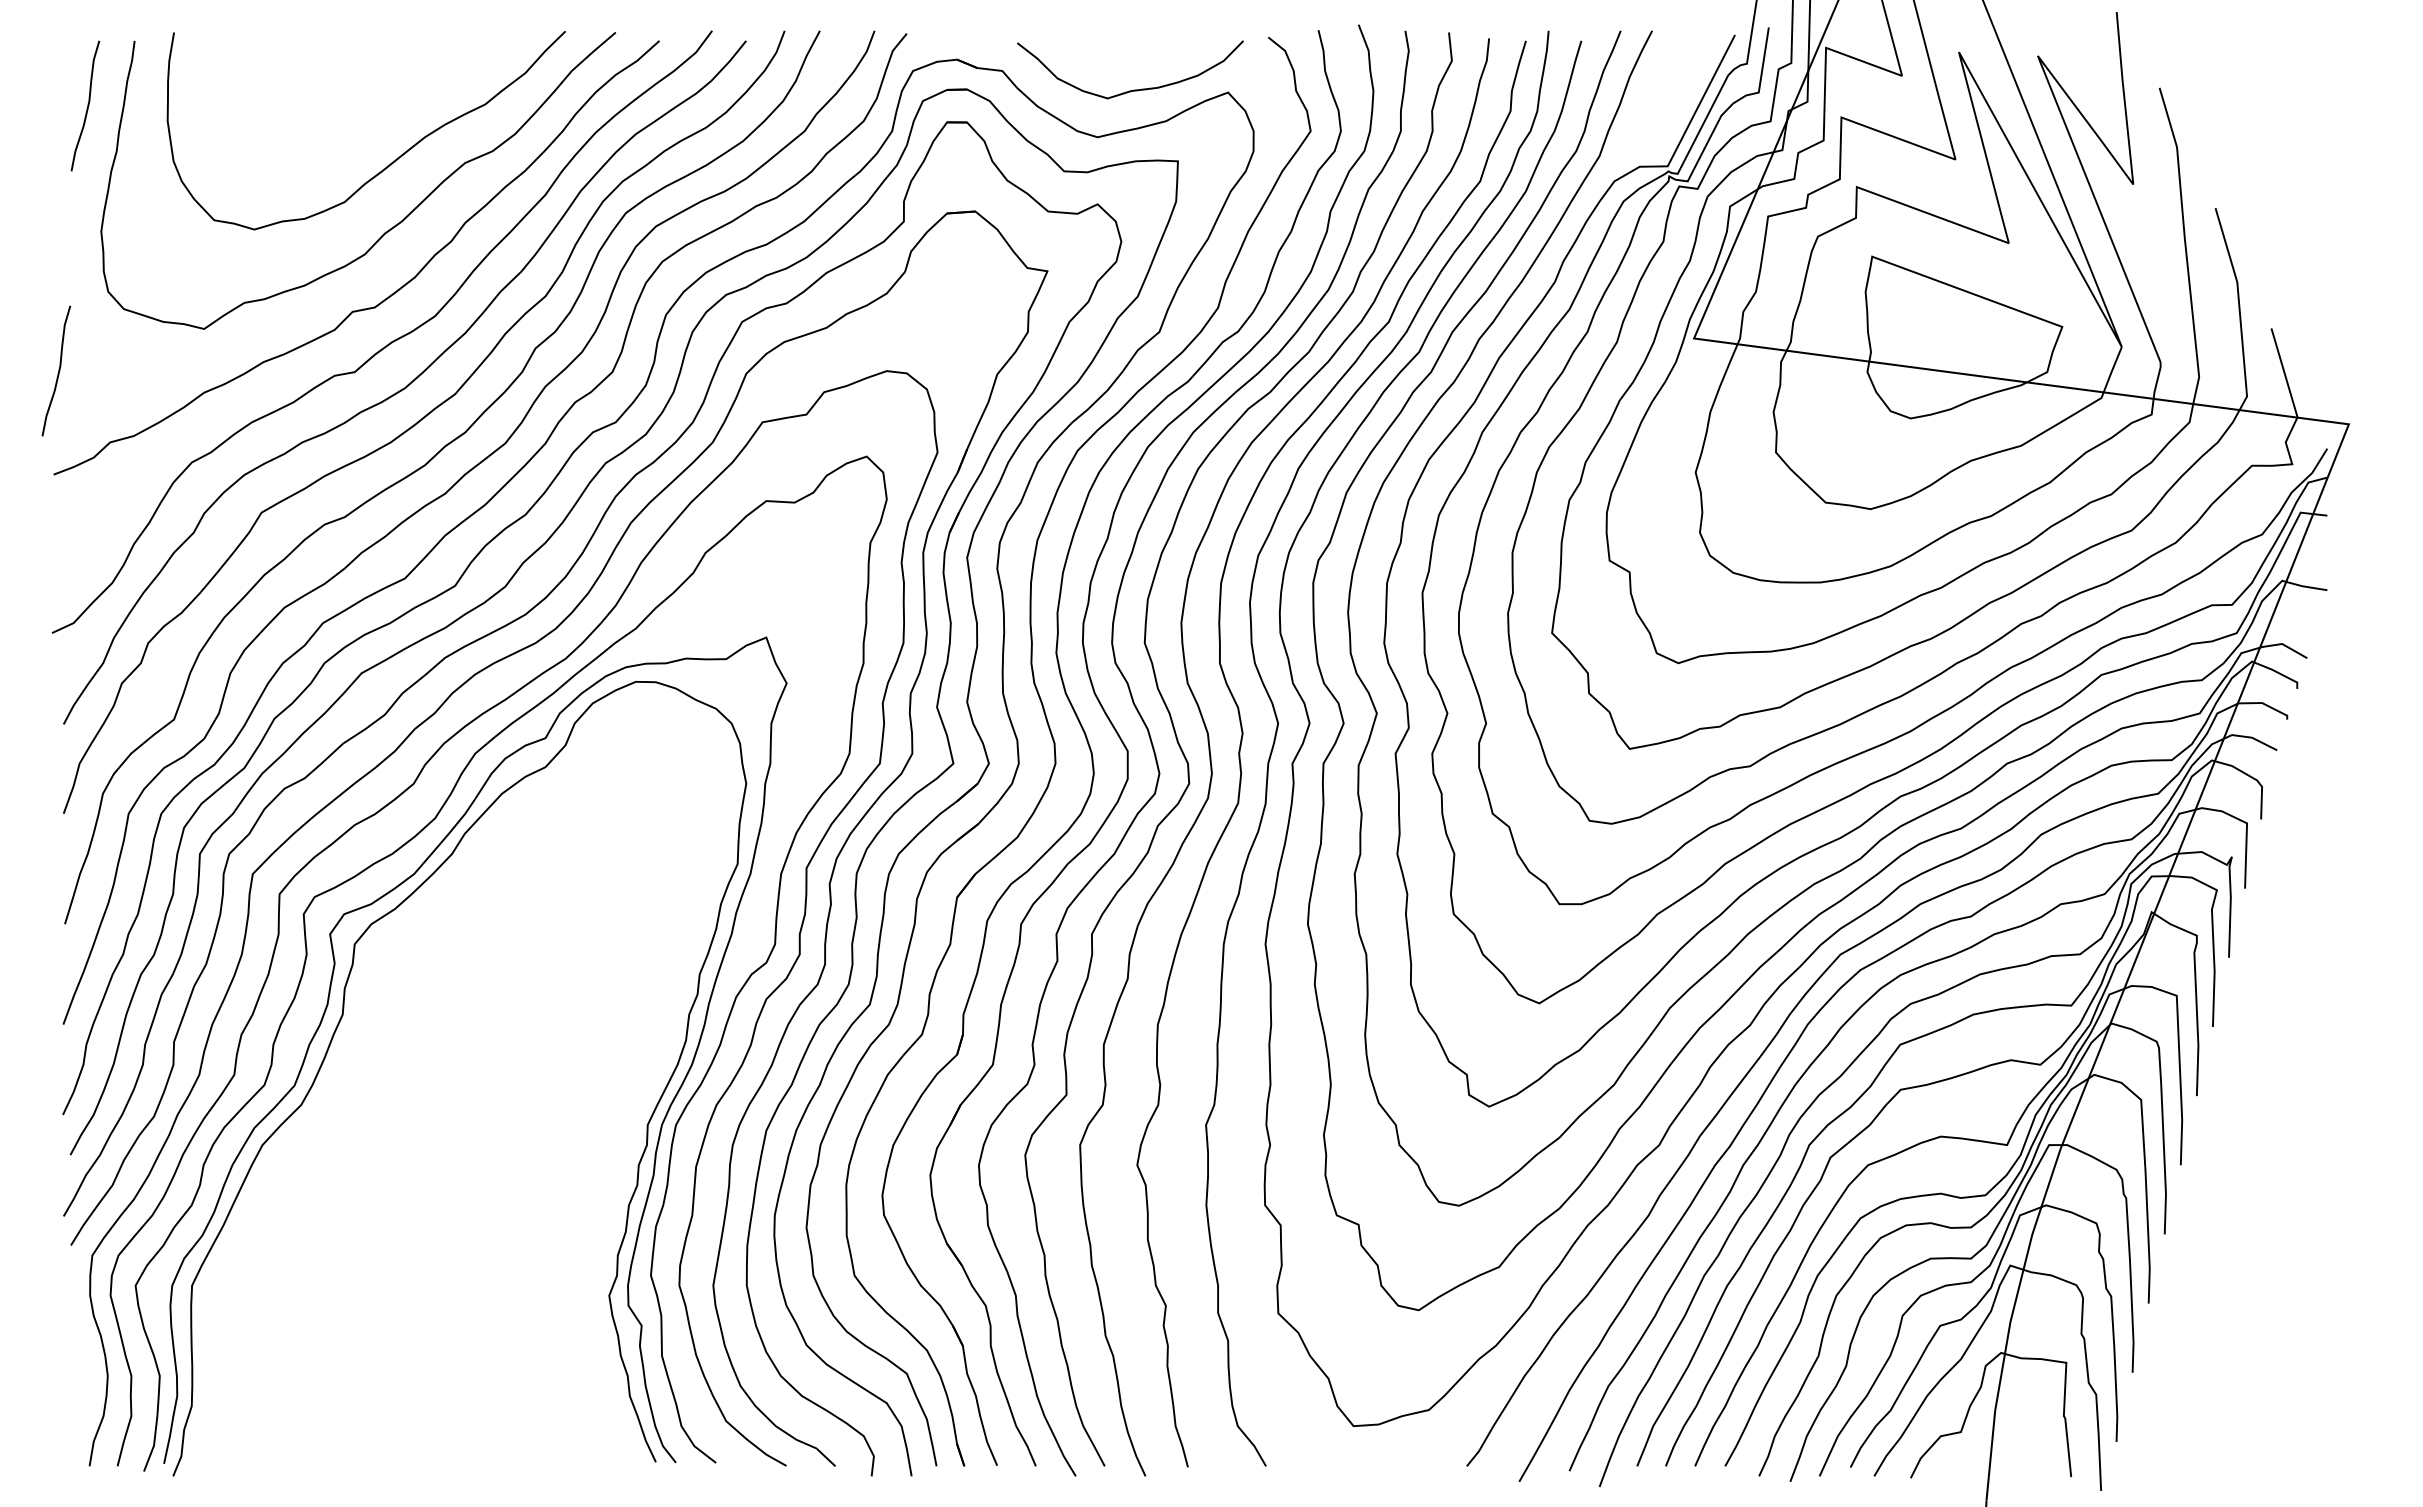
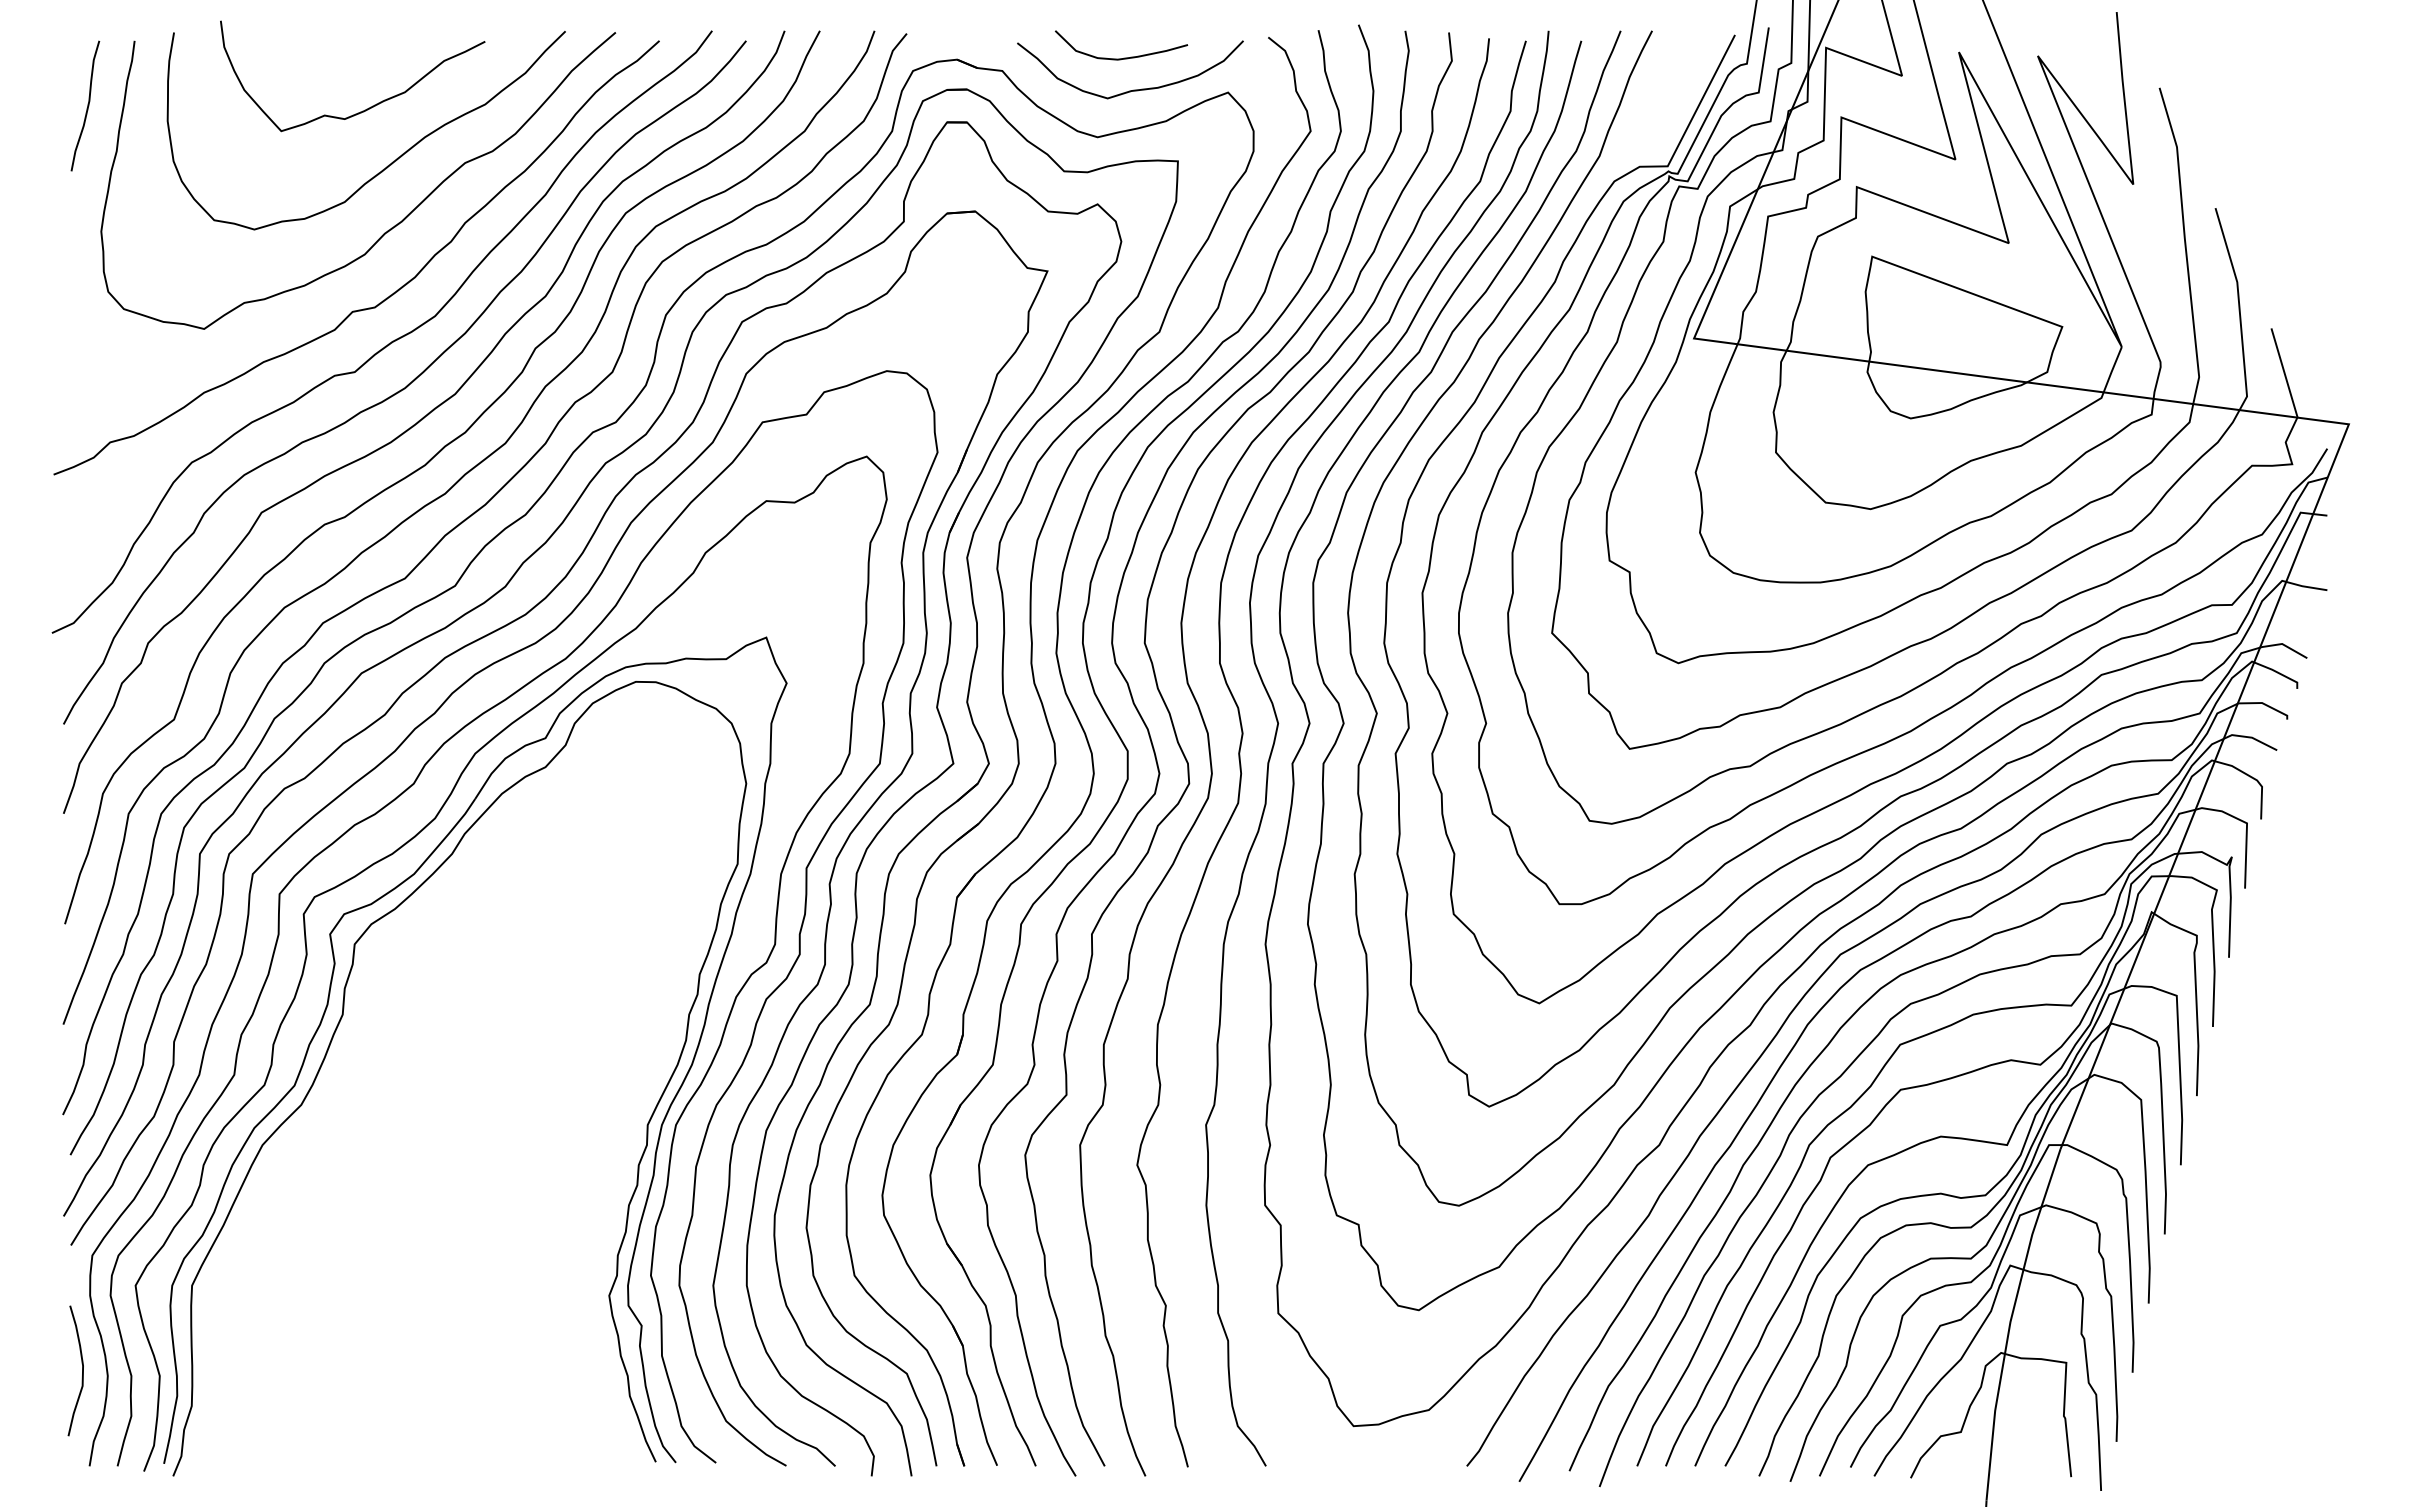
curve at (1124, 57): none -> present
curve at (368, 107): none -> present
curve at (58, 370): present -> none
curve at (82, 1370): none -> present
